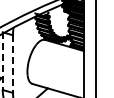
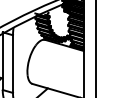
line at (2, 61): dashed -> solid
line at (13, 64): dashed -> solid
